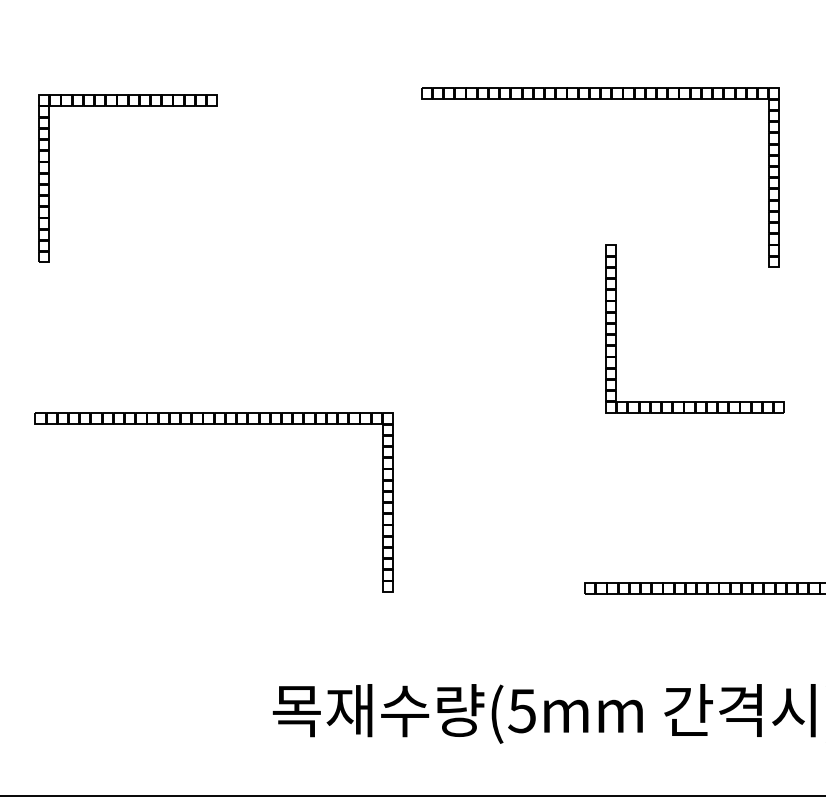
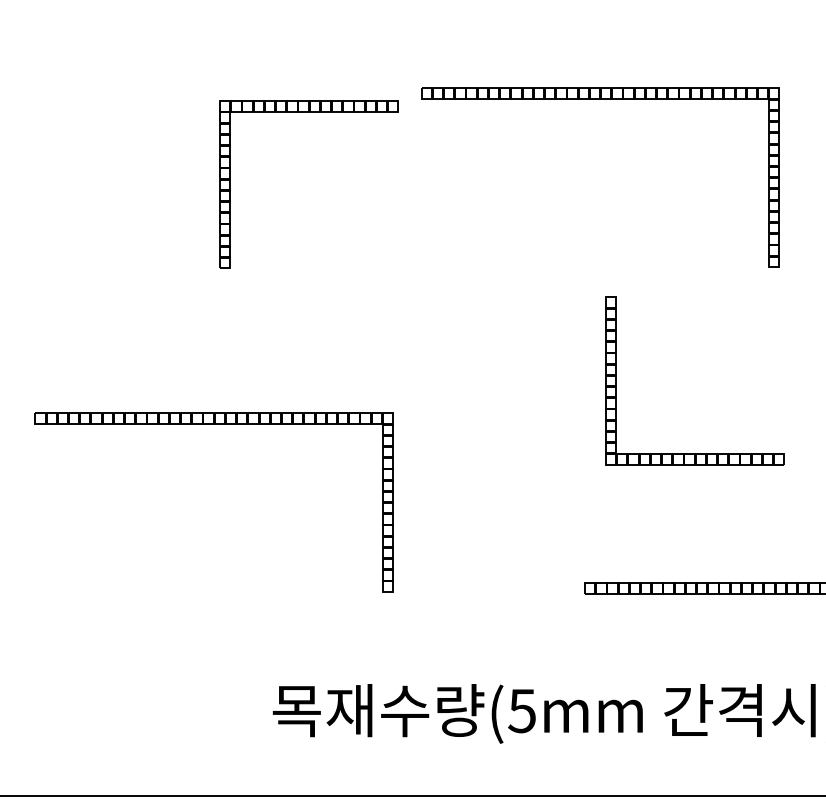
part at (127, 106) position: (127, 106) -> (308, 112)
part at (694, 401) position: (694, 401) -> (694, 453)
